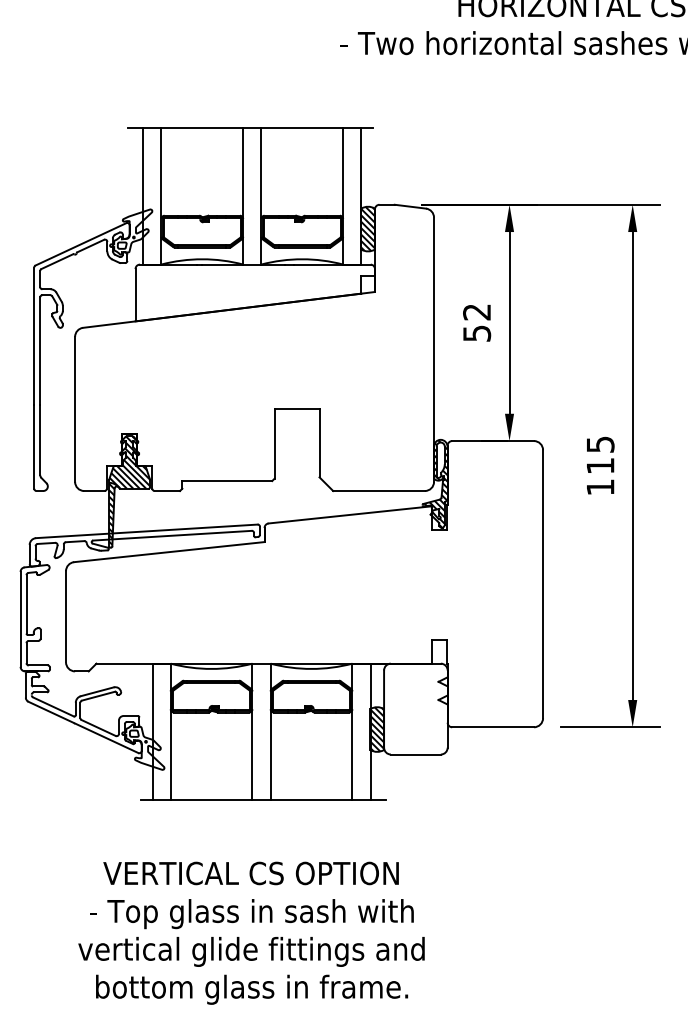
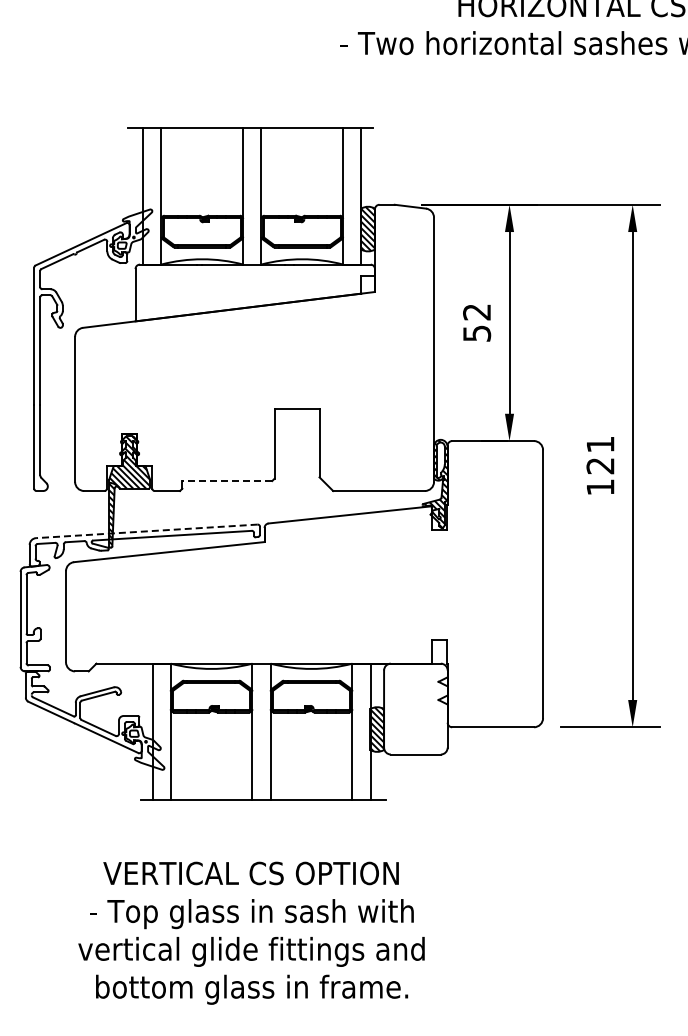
text at (600, 455): 115 -> 121
line at (227, 481): solid -> dashed
line at (146, 531): solid -> dashed
